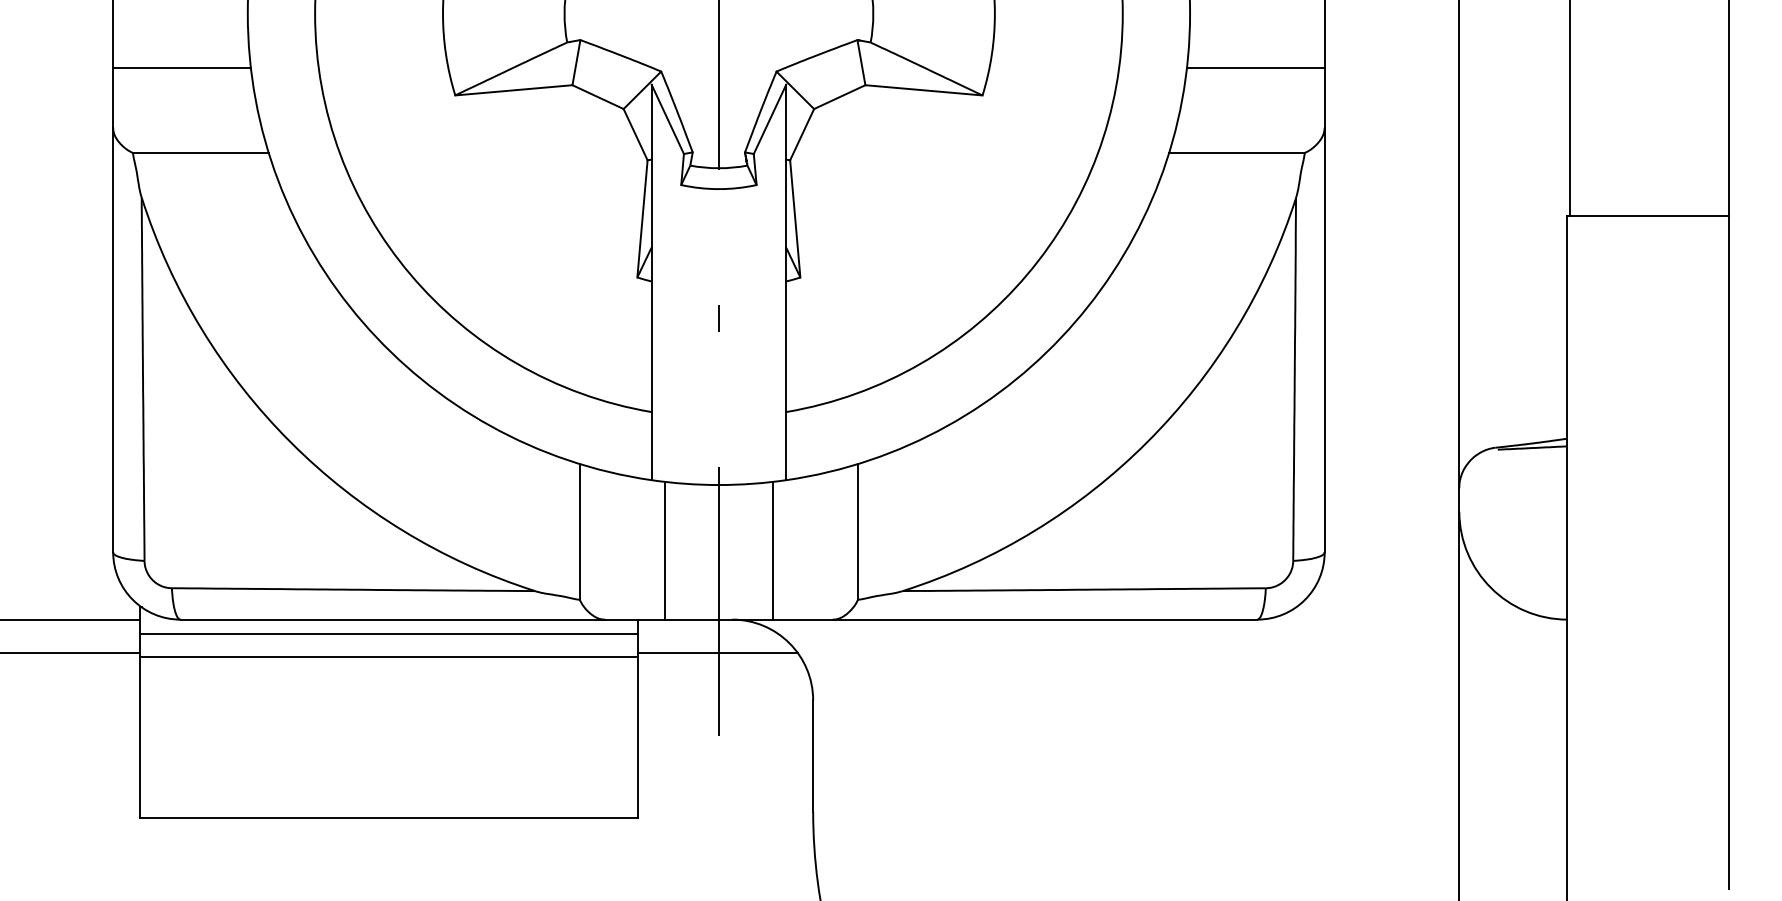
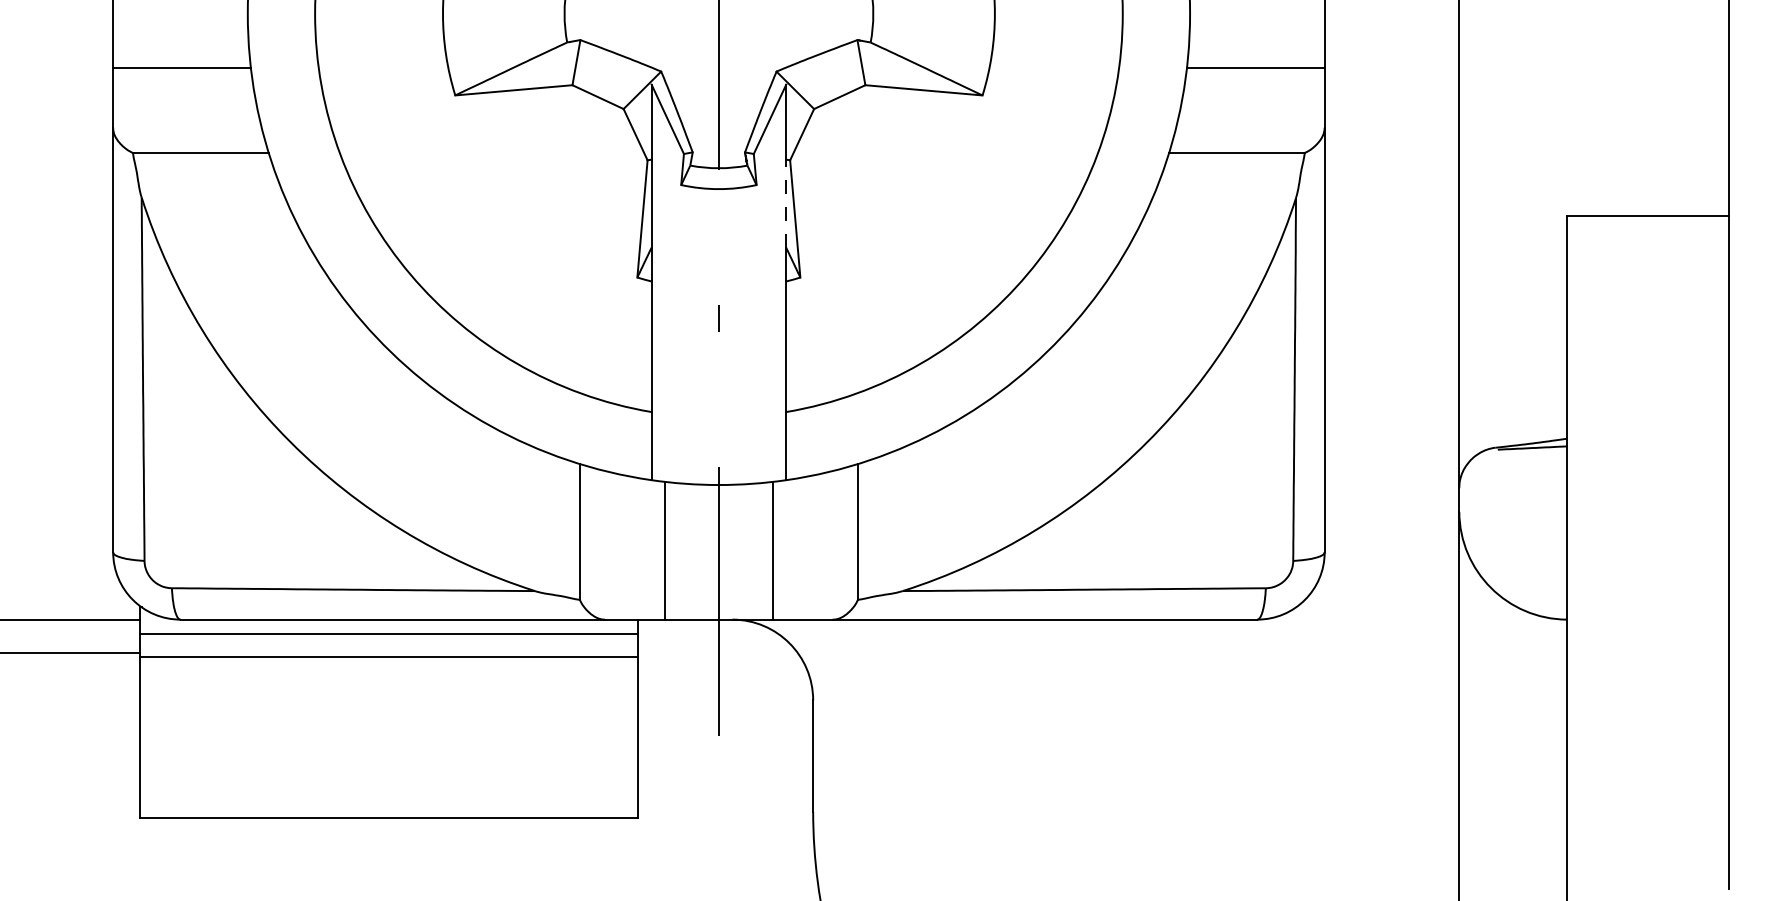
line at (1569, 108): present -> none
line at (786, 203): solid -> dashed
line at (717, 653): present -> none
